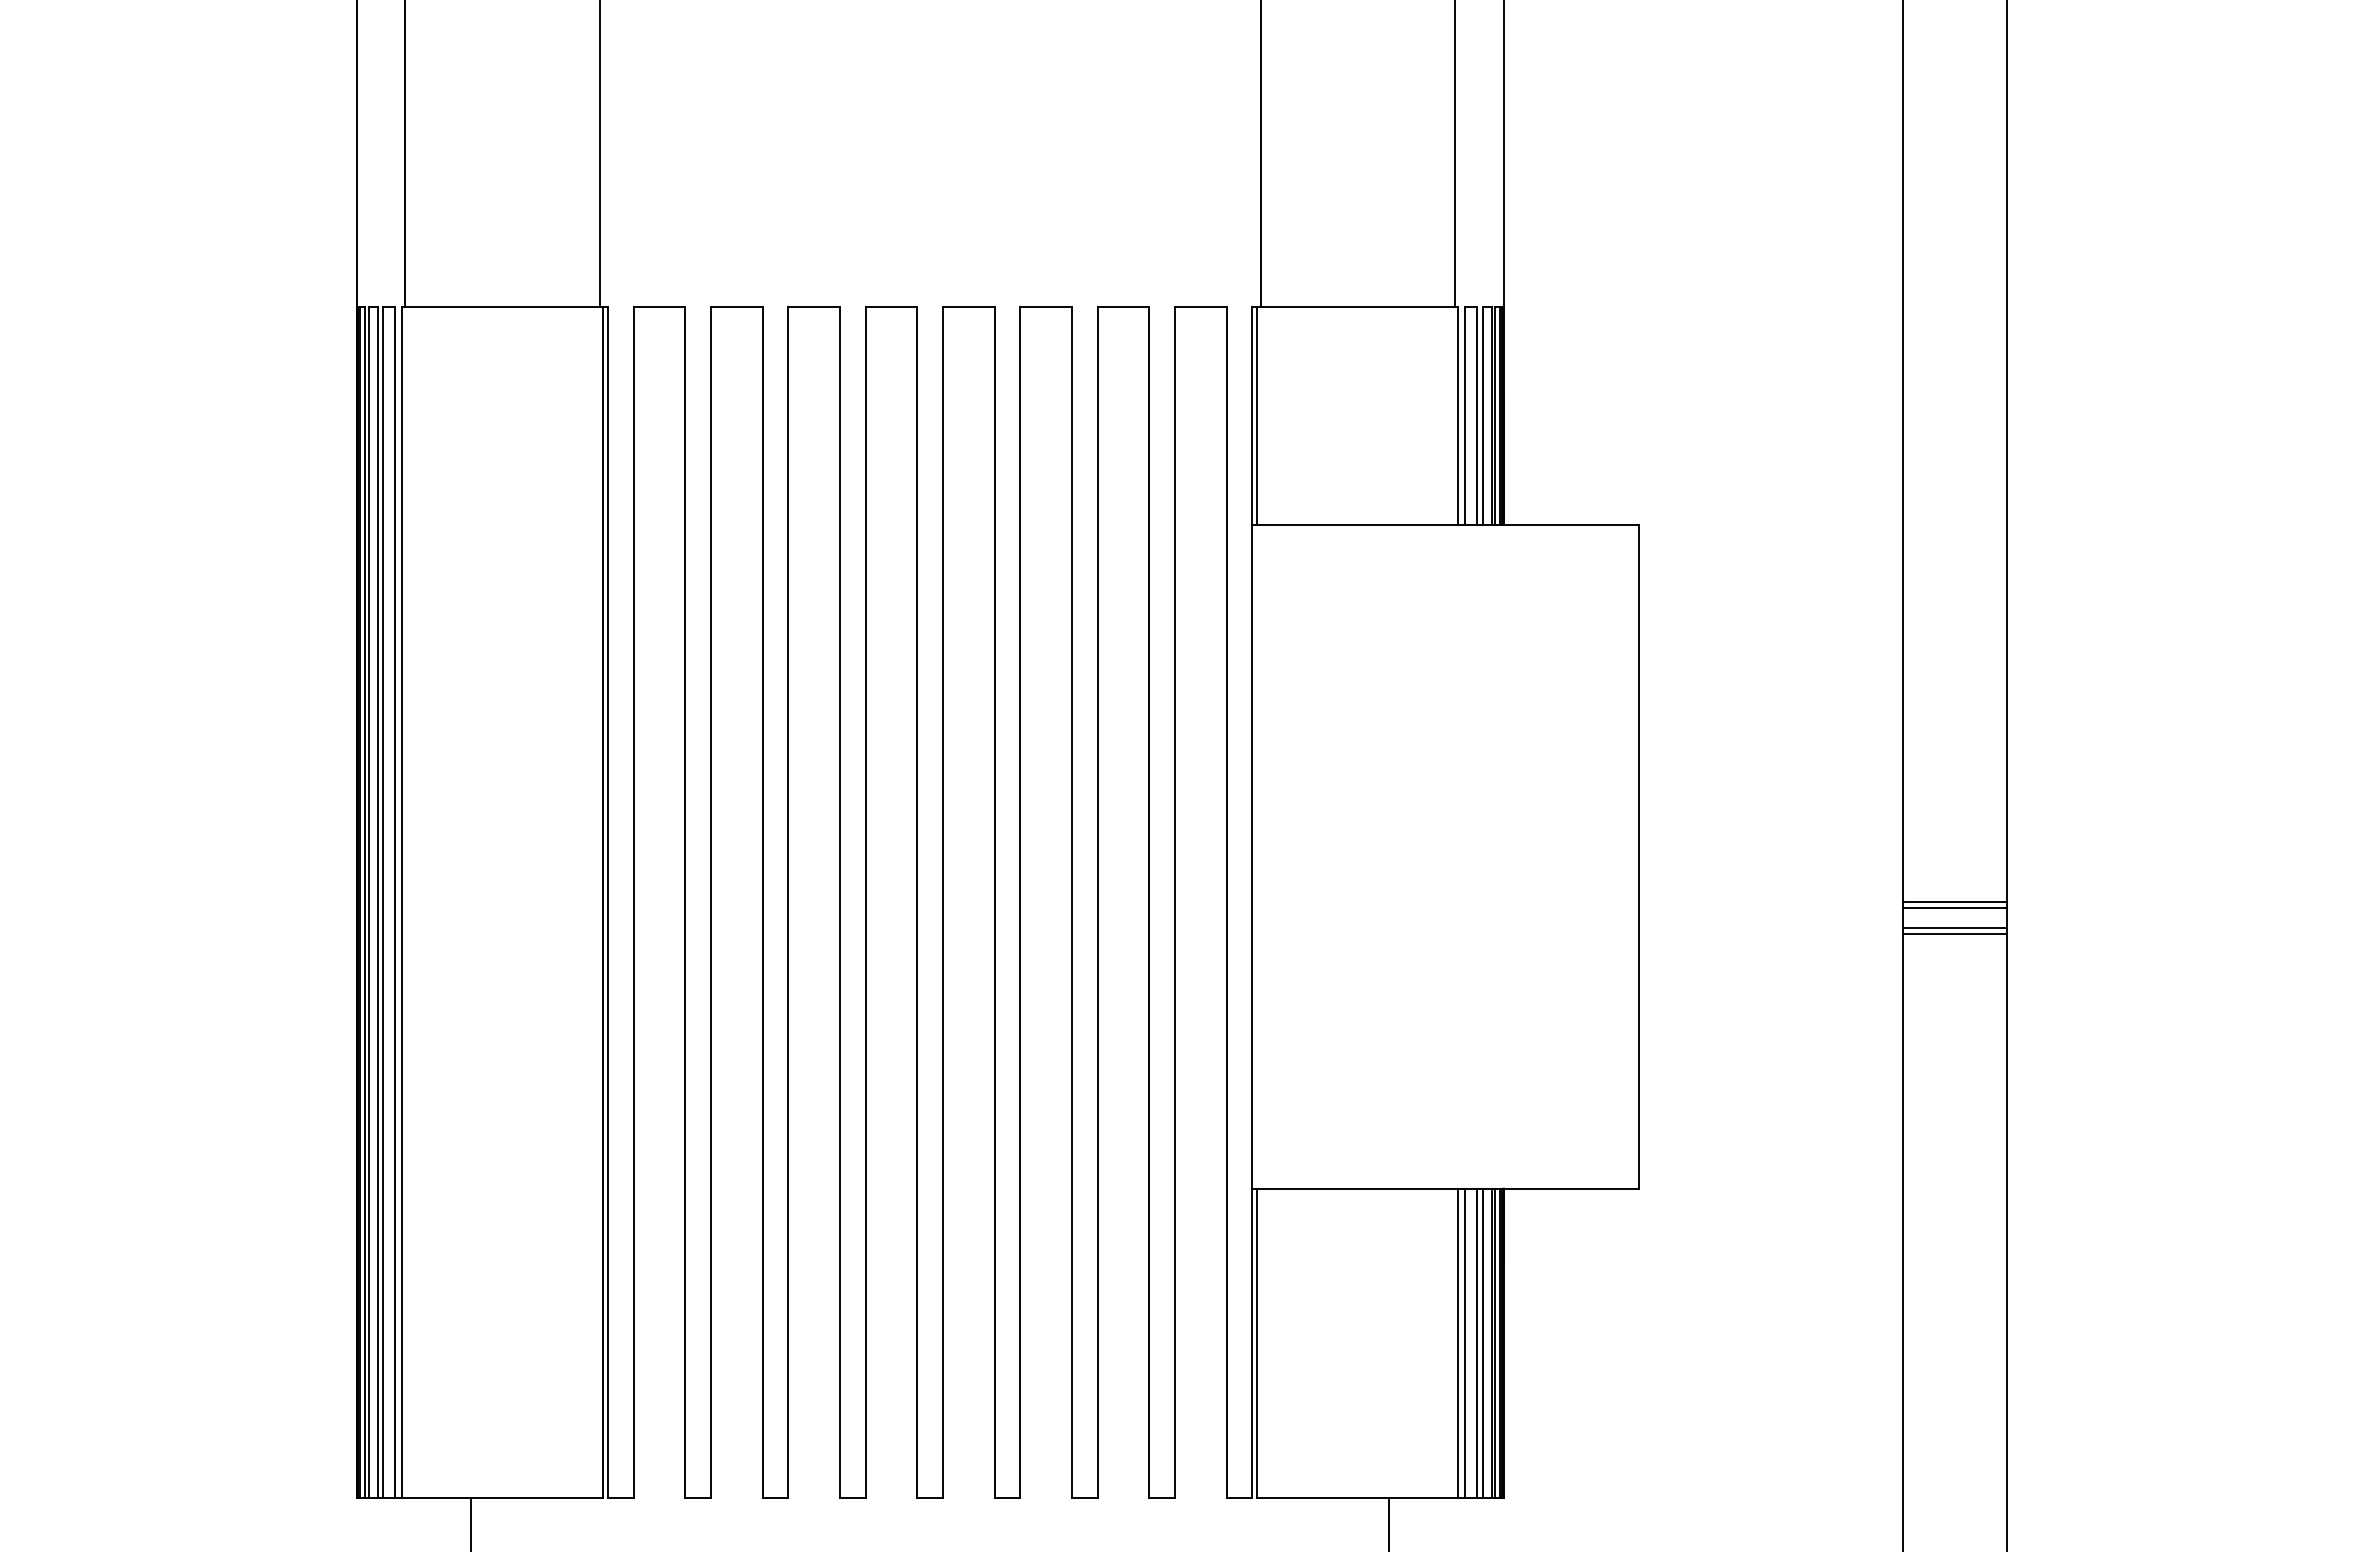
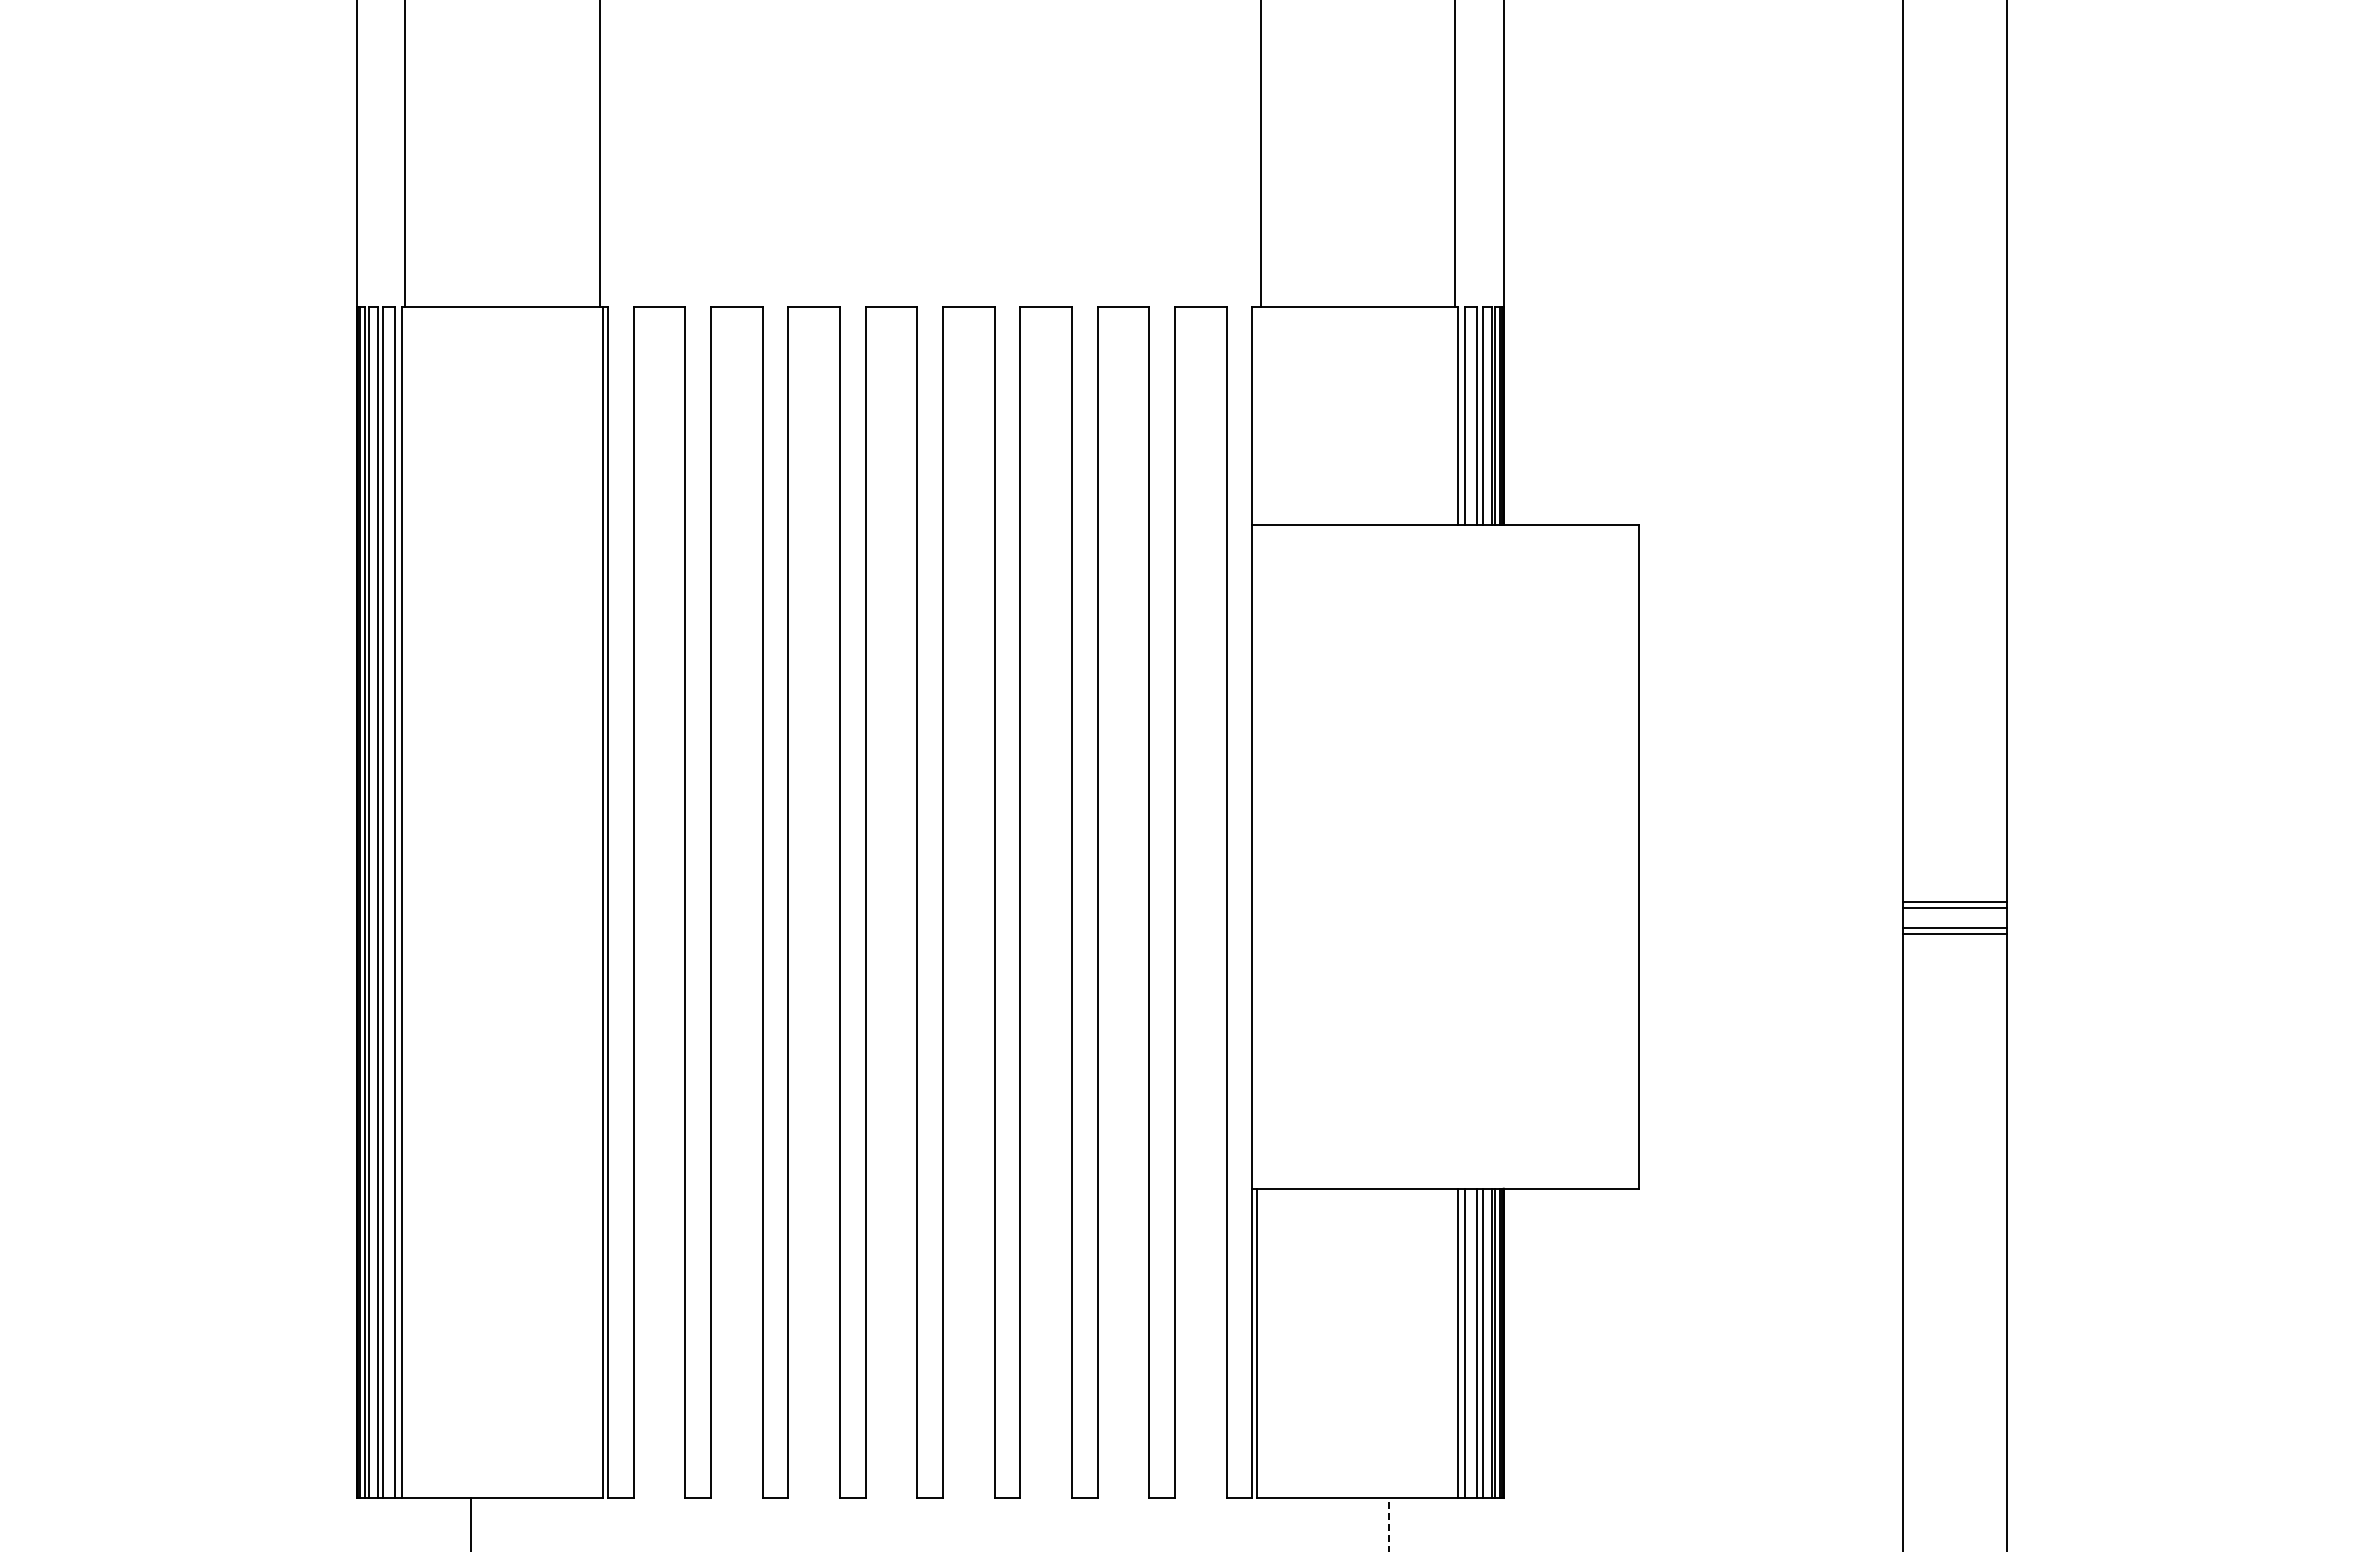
line at (1256, 415): present -> none
line at (1389, 1524): solid -> dashed
